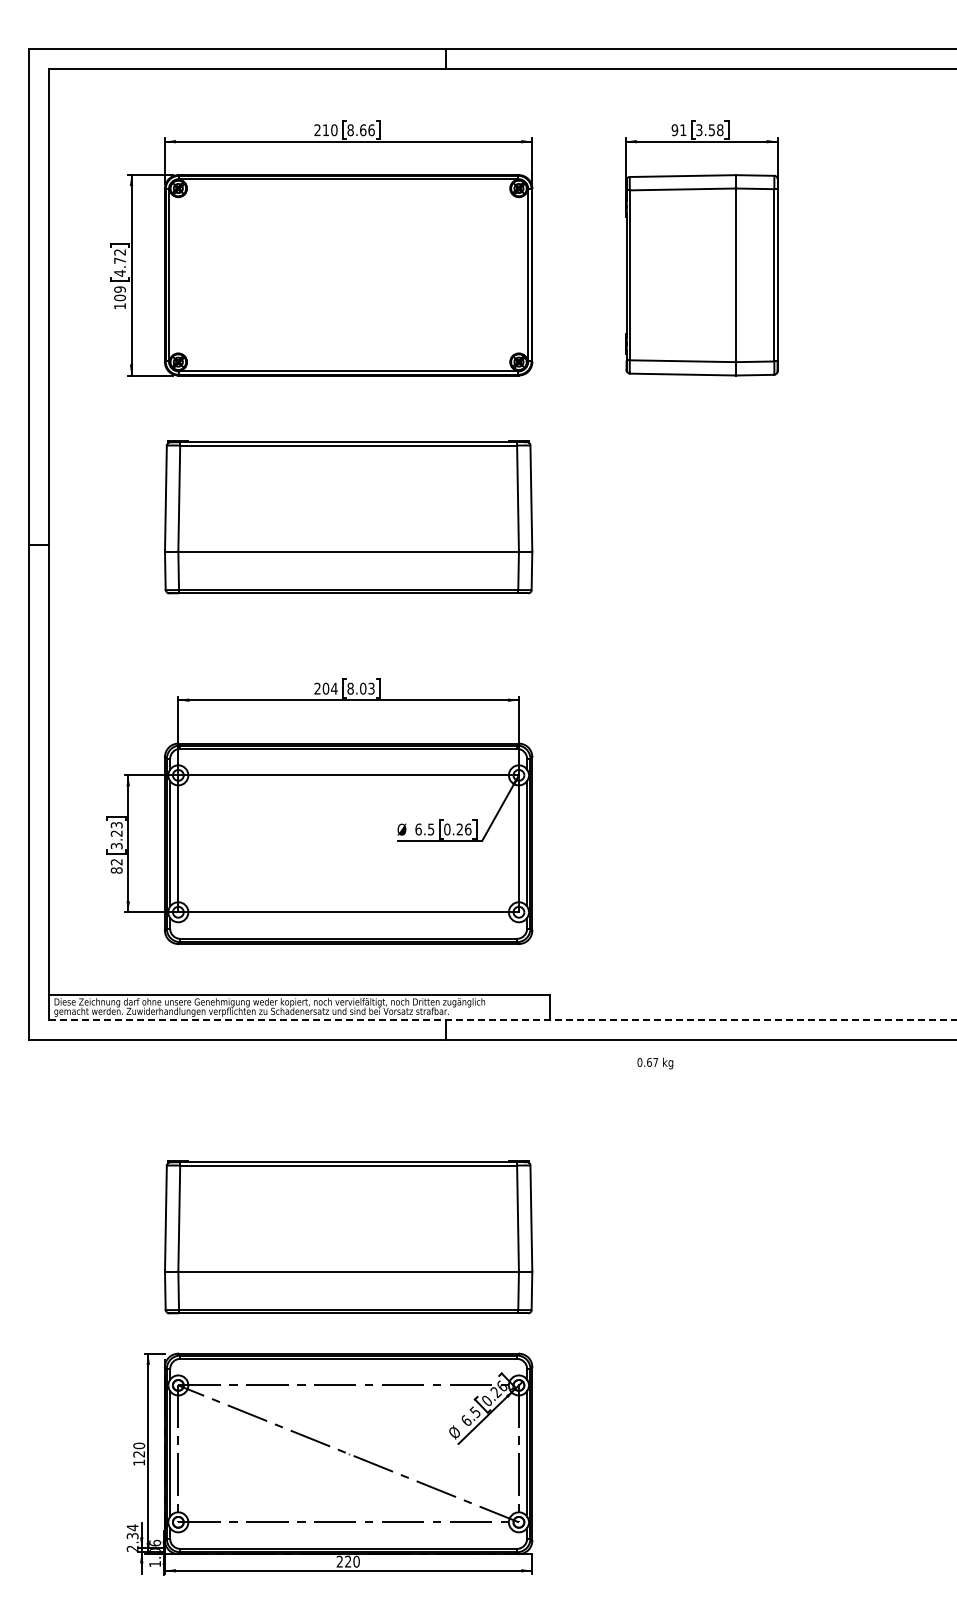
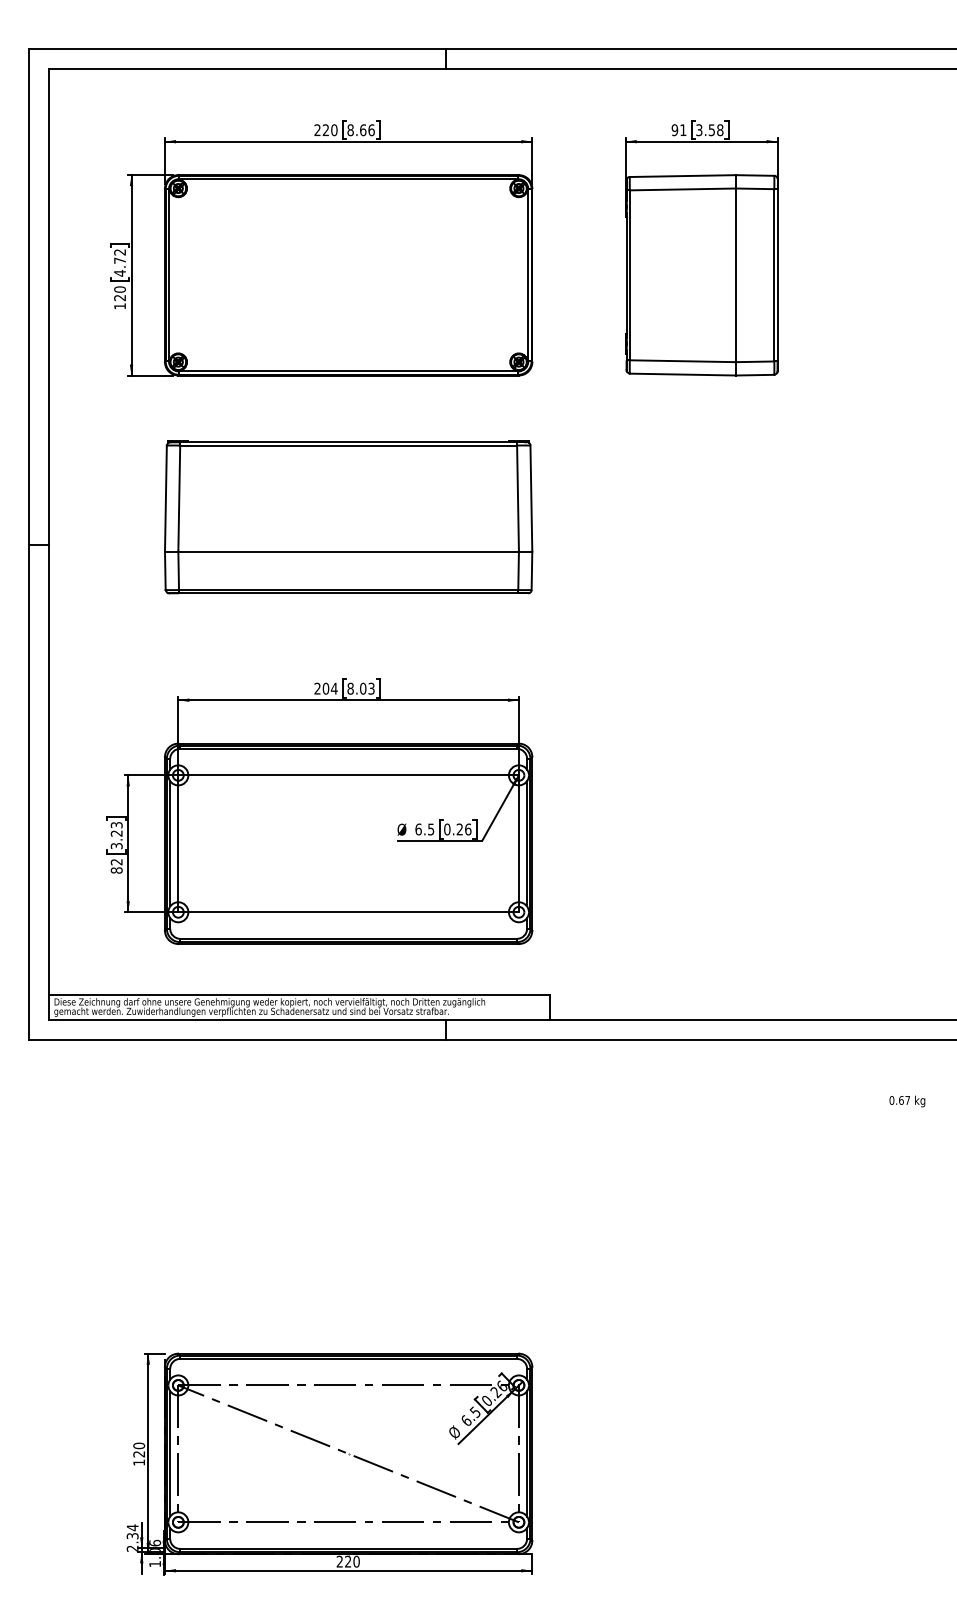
text at (325, 129): 210 -> 220
text at (119, 293): 109 -> 120
line at (502, 1020): dashed -> solid
text at (655, 1063) position: (655, 1063) -> (907, 1101)
part at (348, 1237): present -> none
